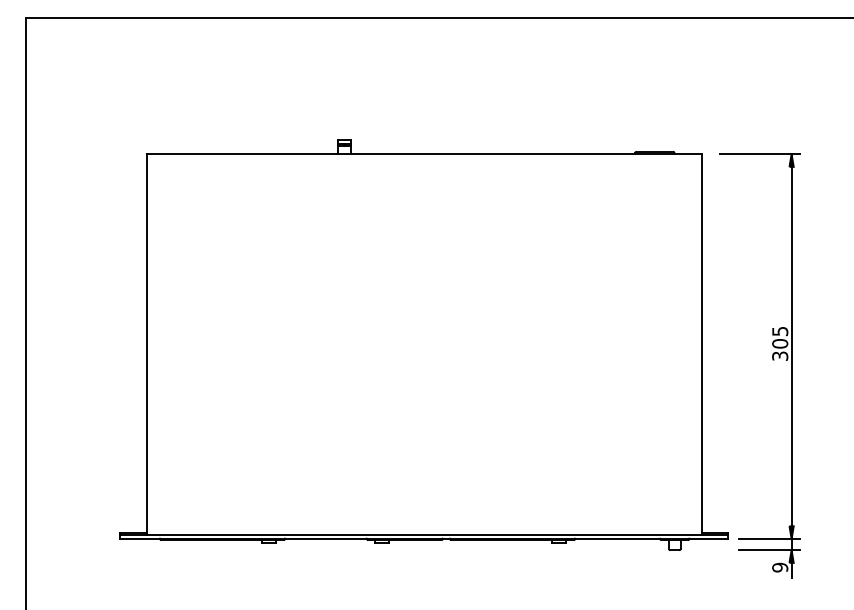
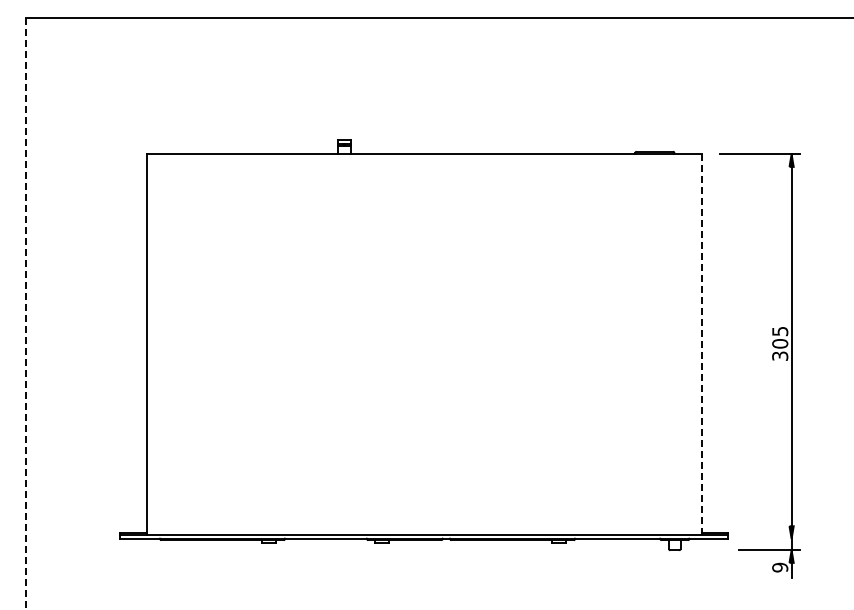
line at (25, 313): solid -> dashed
line at (701, 344): solid -> dashed
line at (769, 538): present -> none
